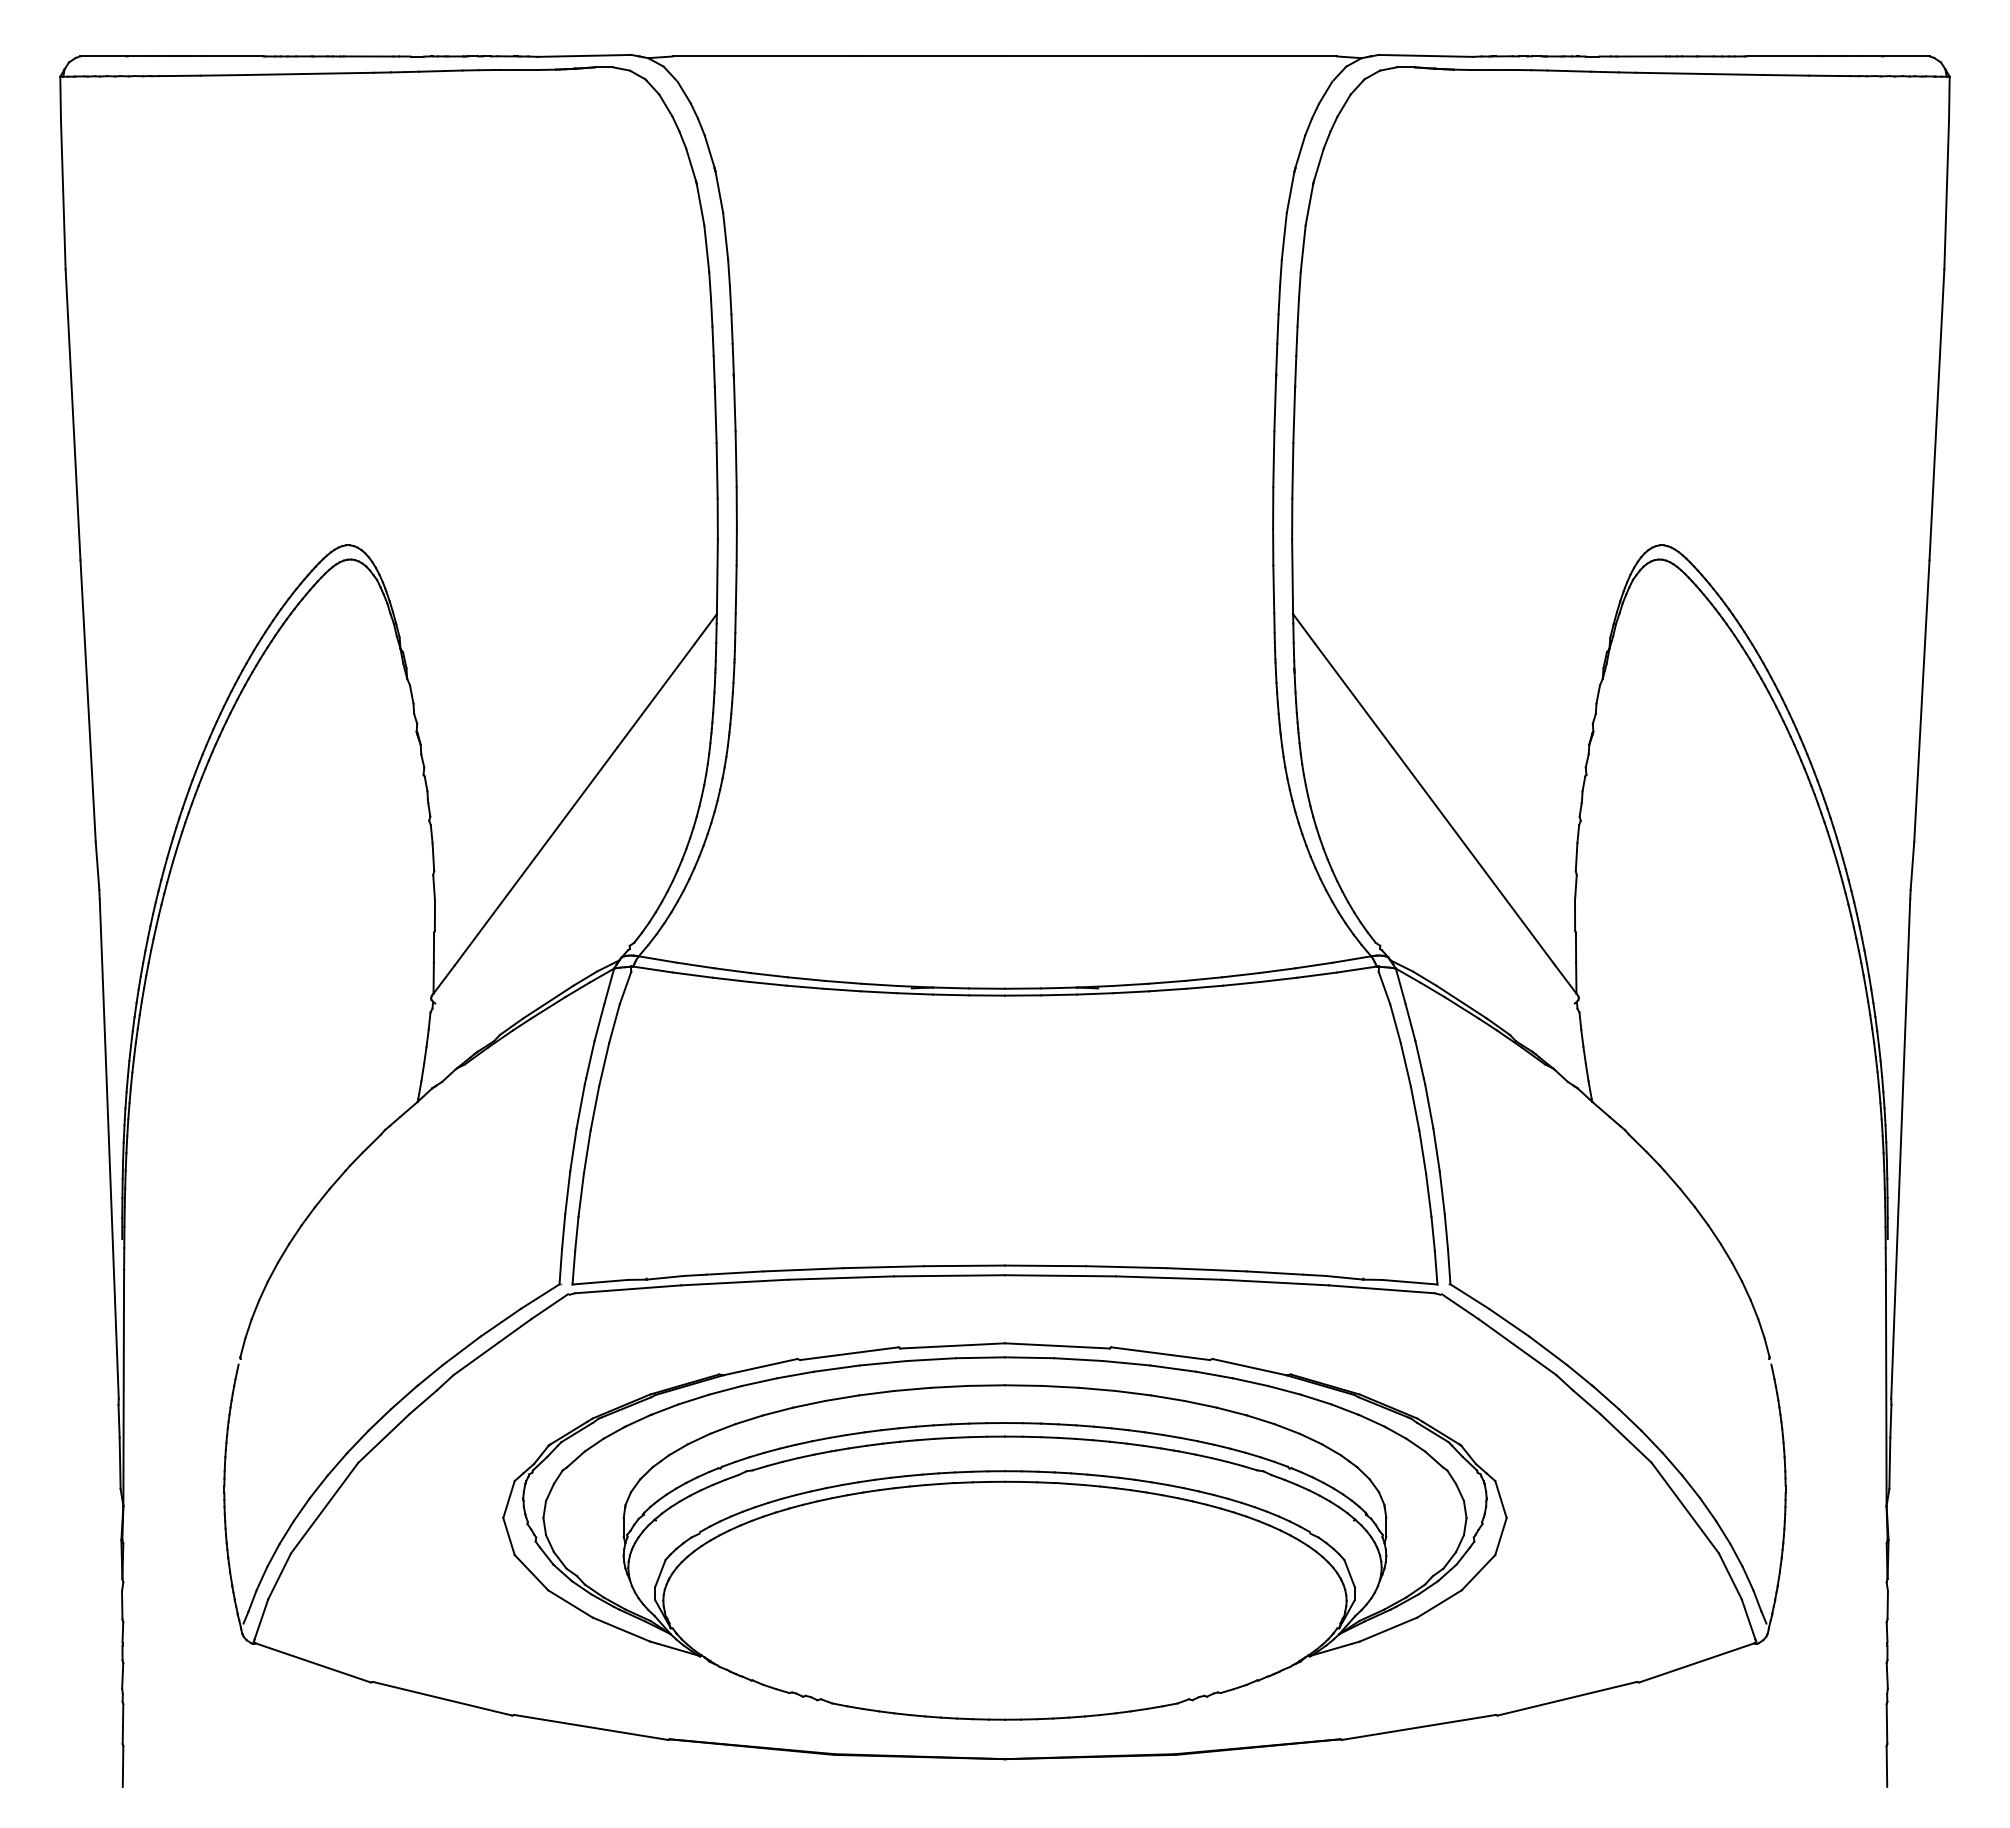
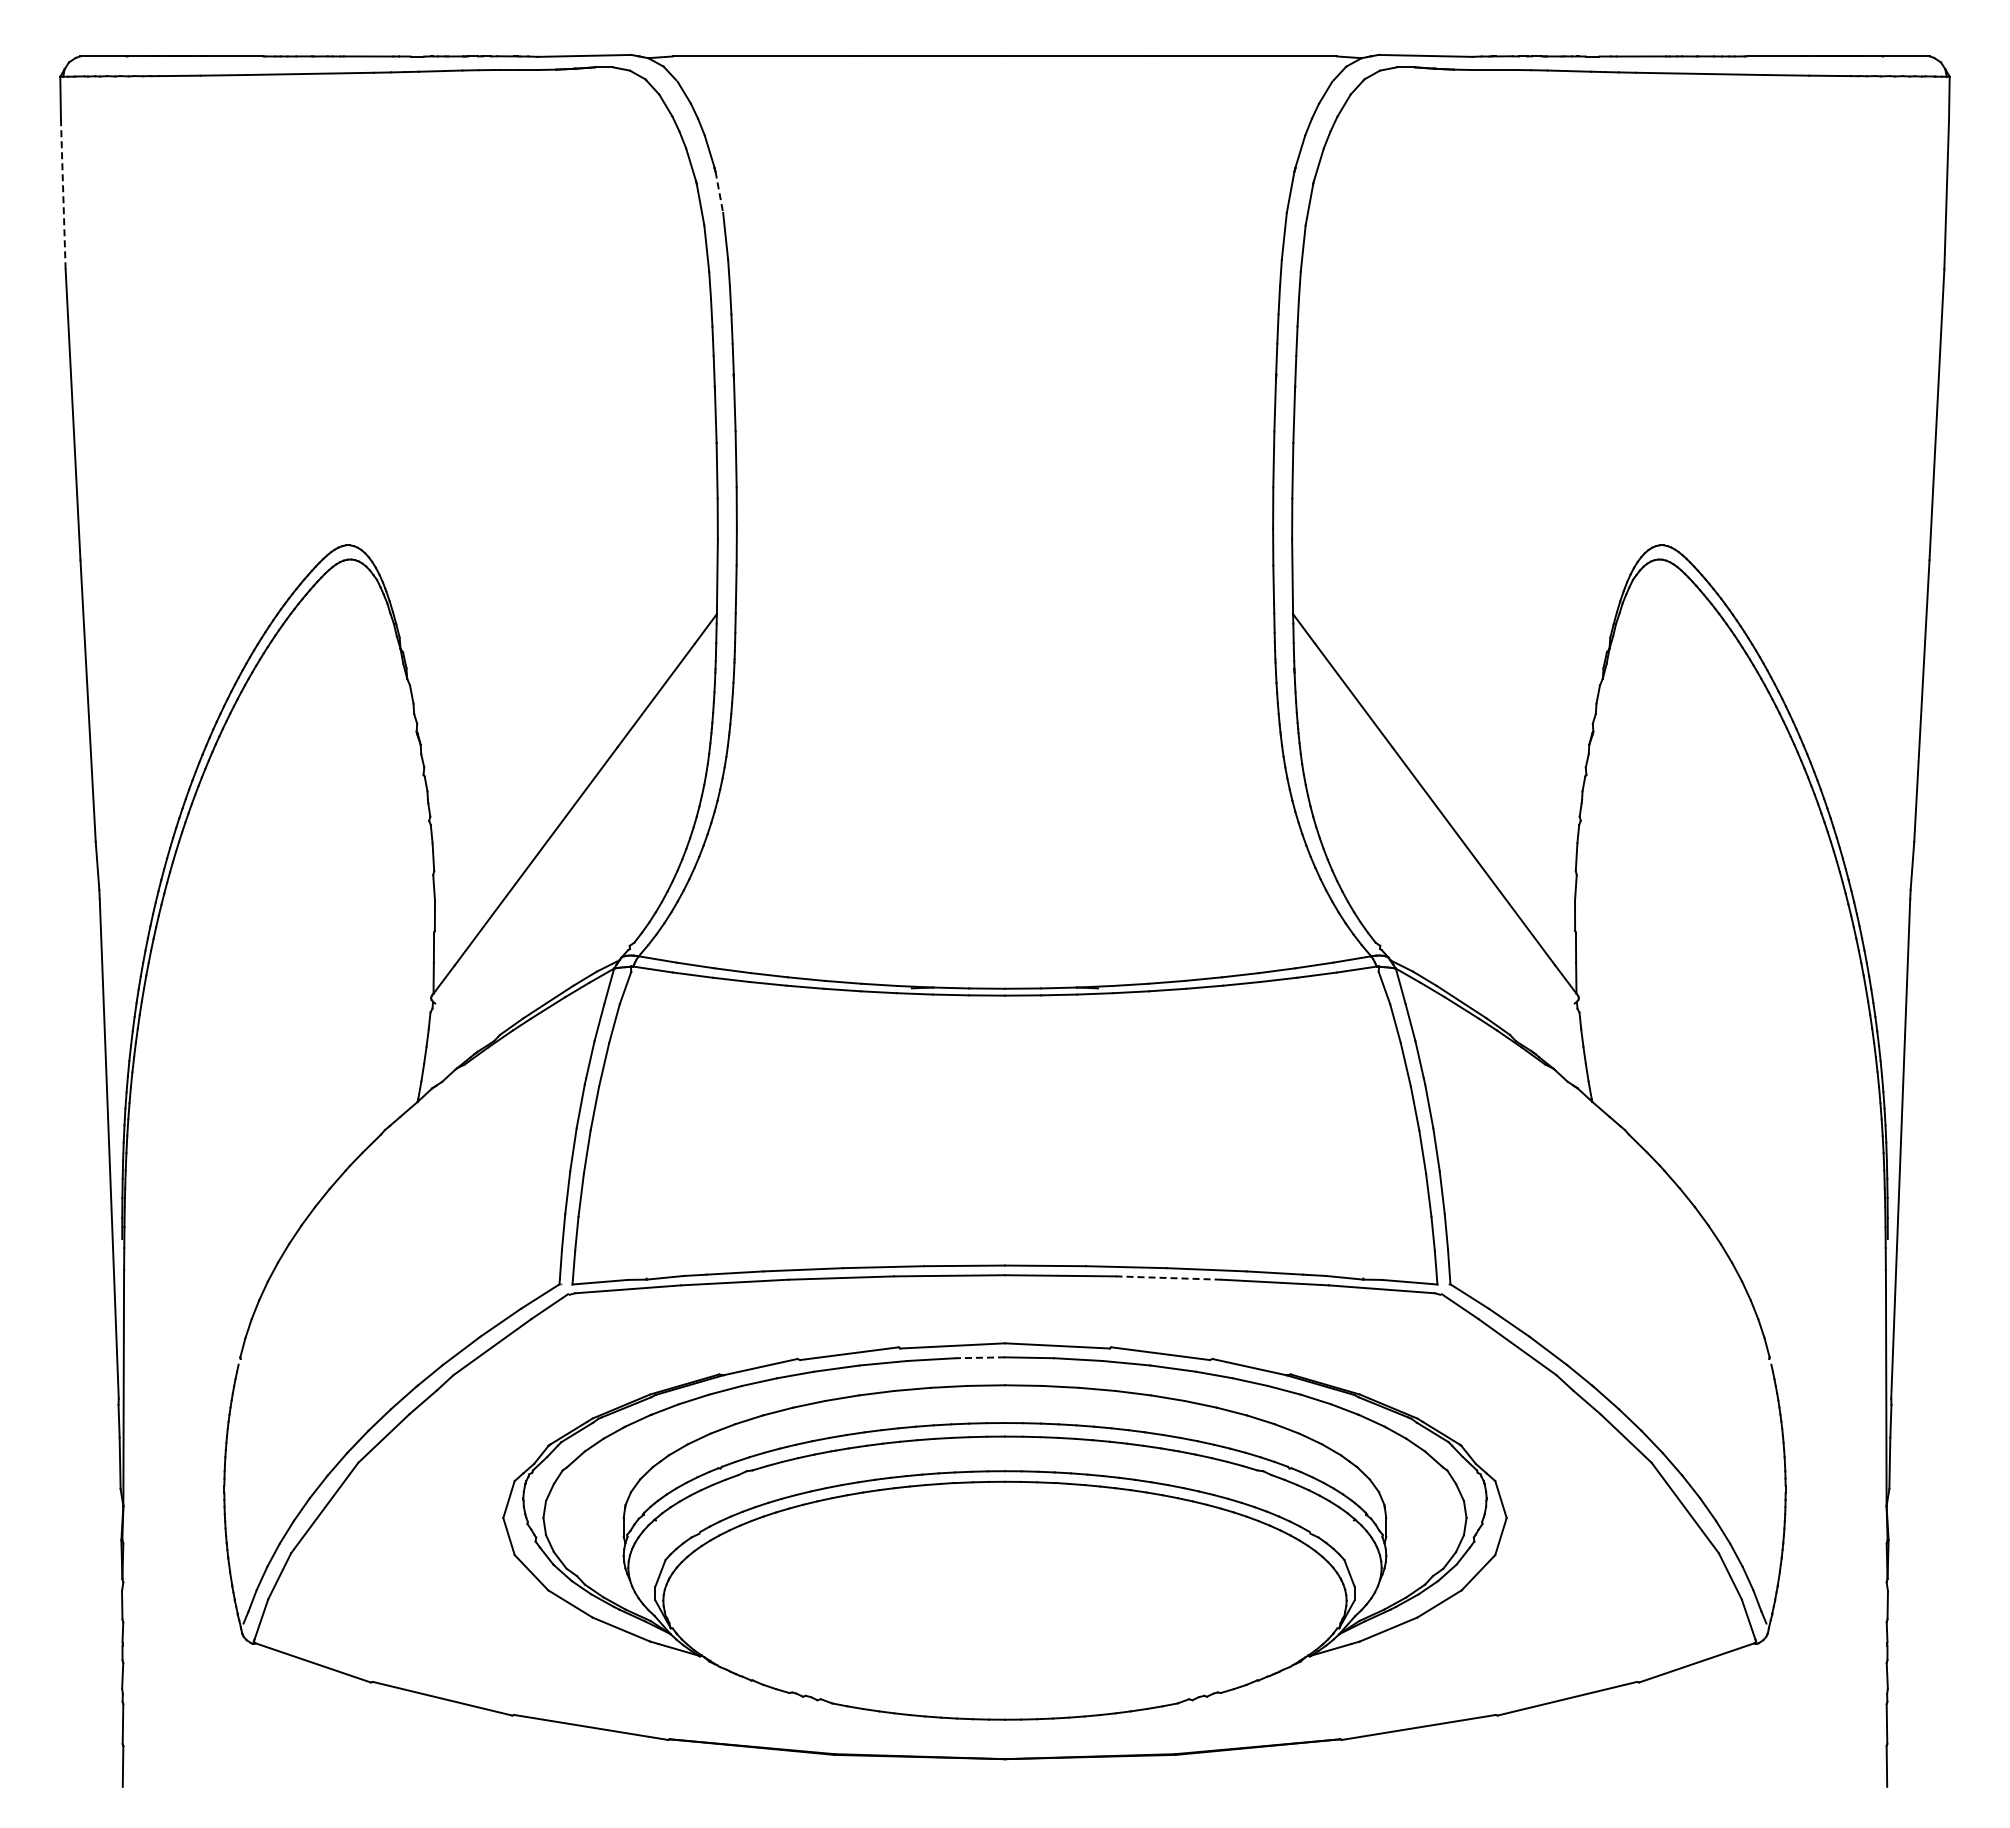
line at (719, 192): solid -> dashed
line at (63, 194): solid -> dashed
line at (1168, 1278): solid -> dashed
line at (980, 1357): solid -> dashed
